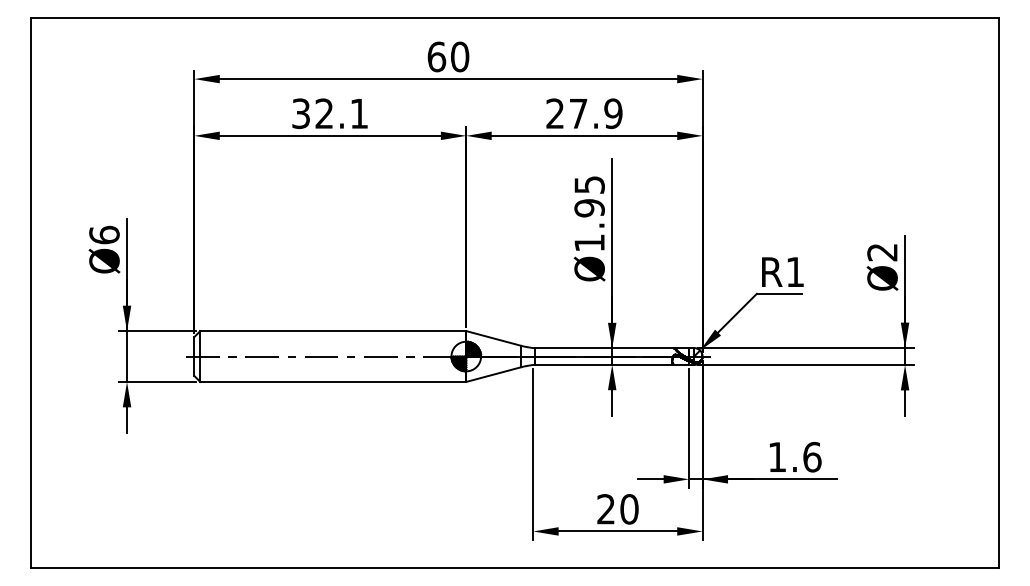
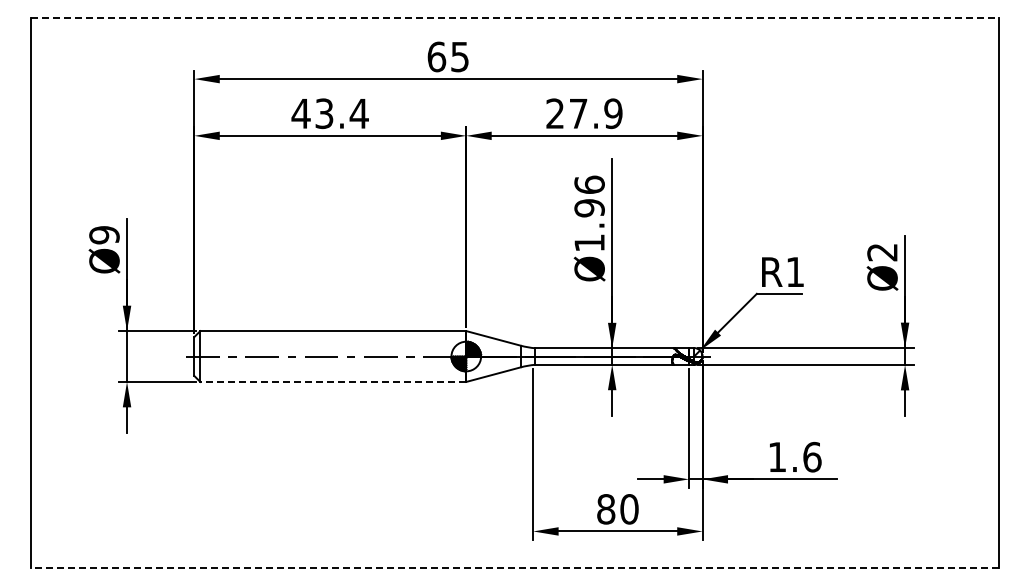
line at (515, 17): solid -> dashed
text at (460, 56): 60 -> 65
text at (329, 113): 32.1 -> 43.4
text at (589, 184): Ø1.95 -> Ø1.96
text at (104, 234): Ø6 -> Ø9
line at (333, 381): solid -> dashed
text at (606, 509): 20 -> 80
line at (514, 568): solid -> dashed
